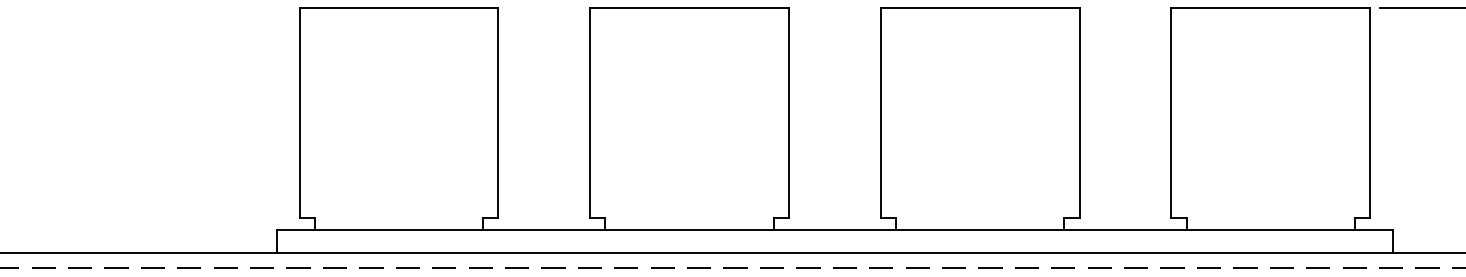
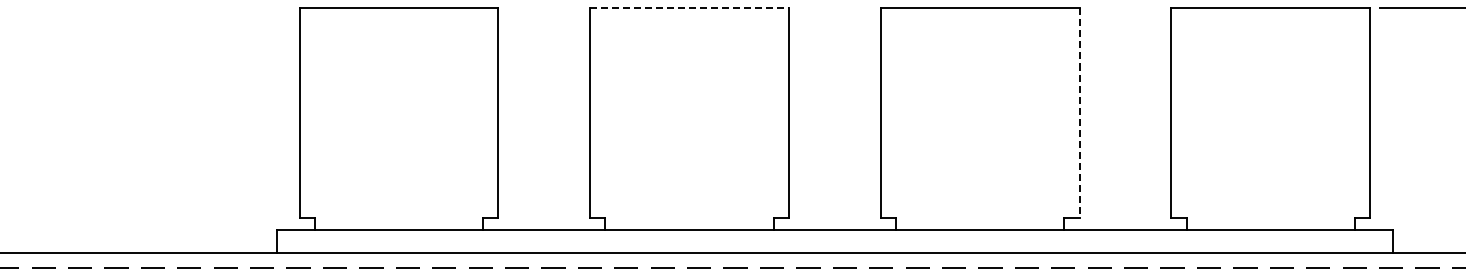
line at (690, 8): solid -> dashed
line at (1079, 113): solid -> dashed
